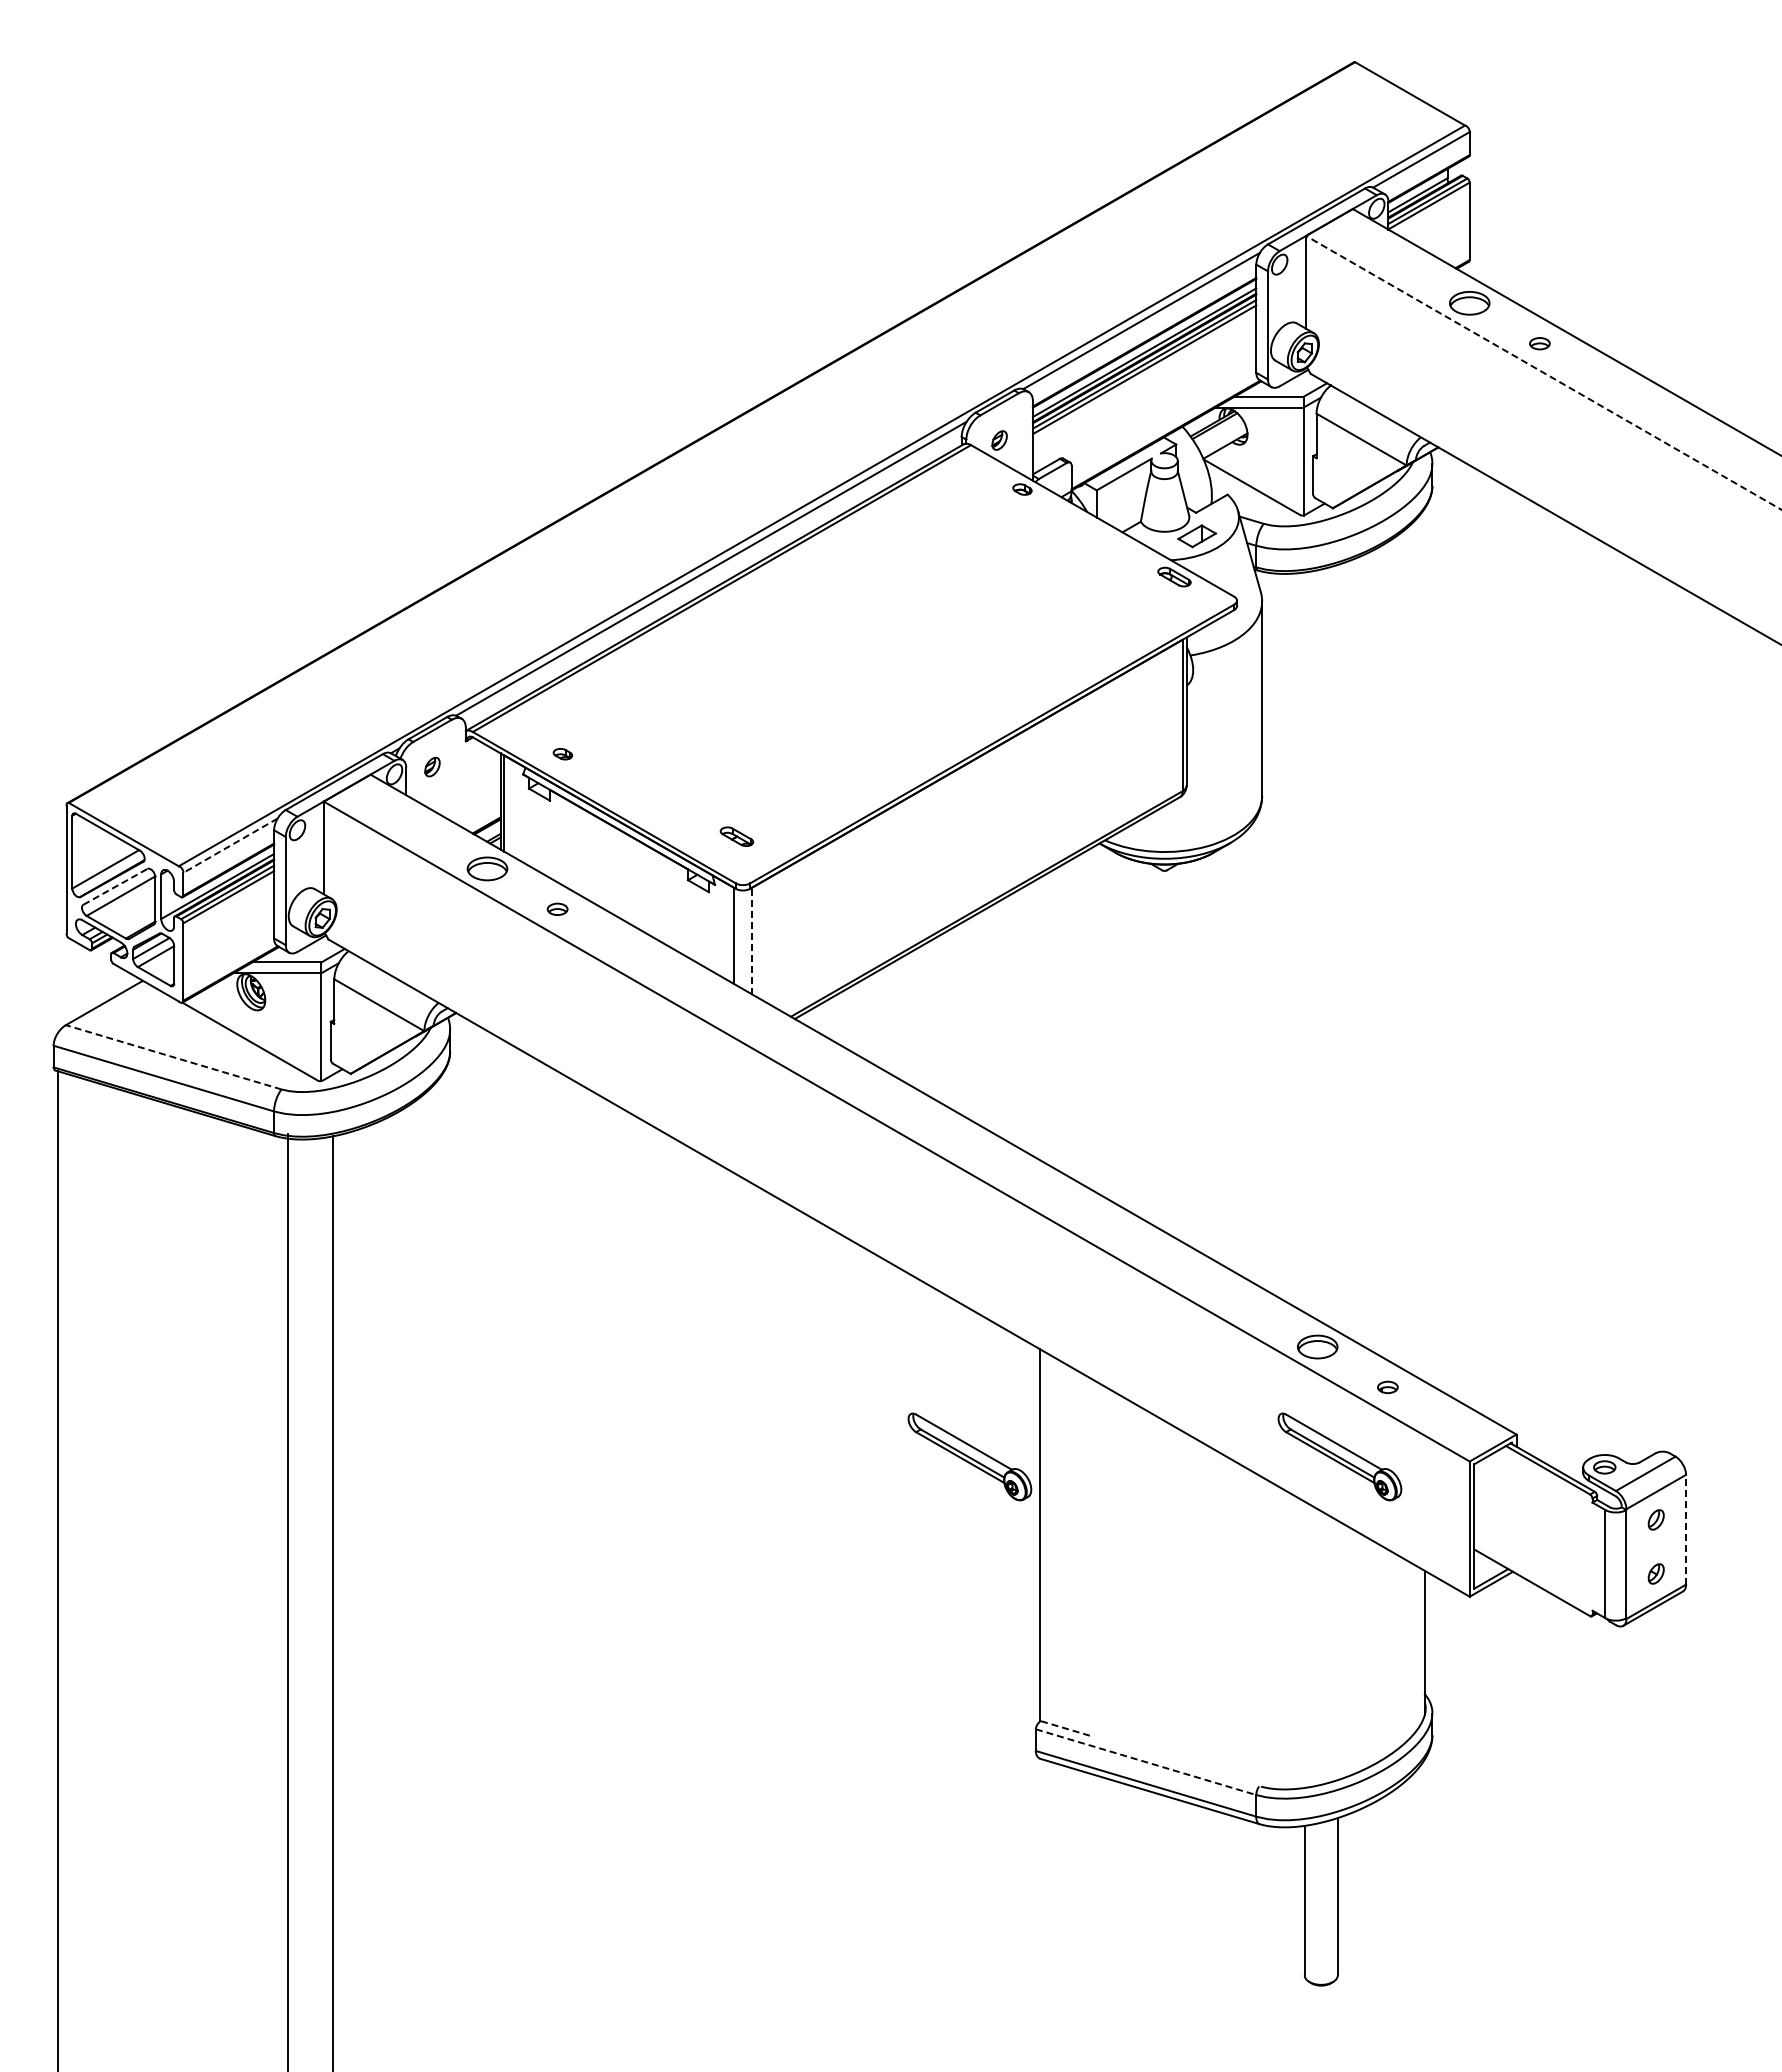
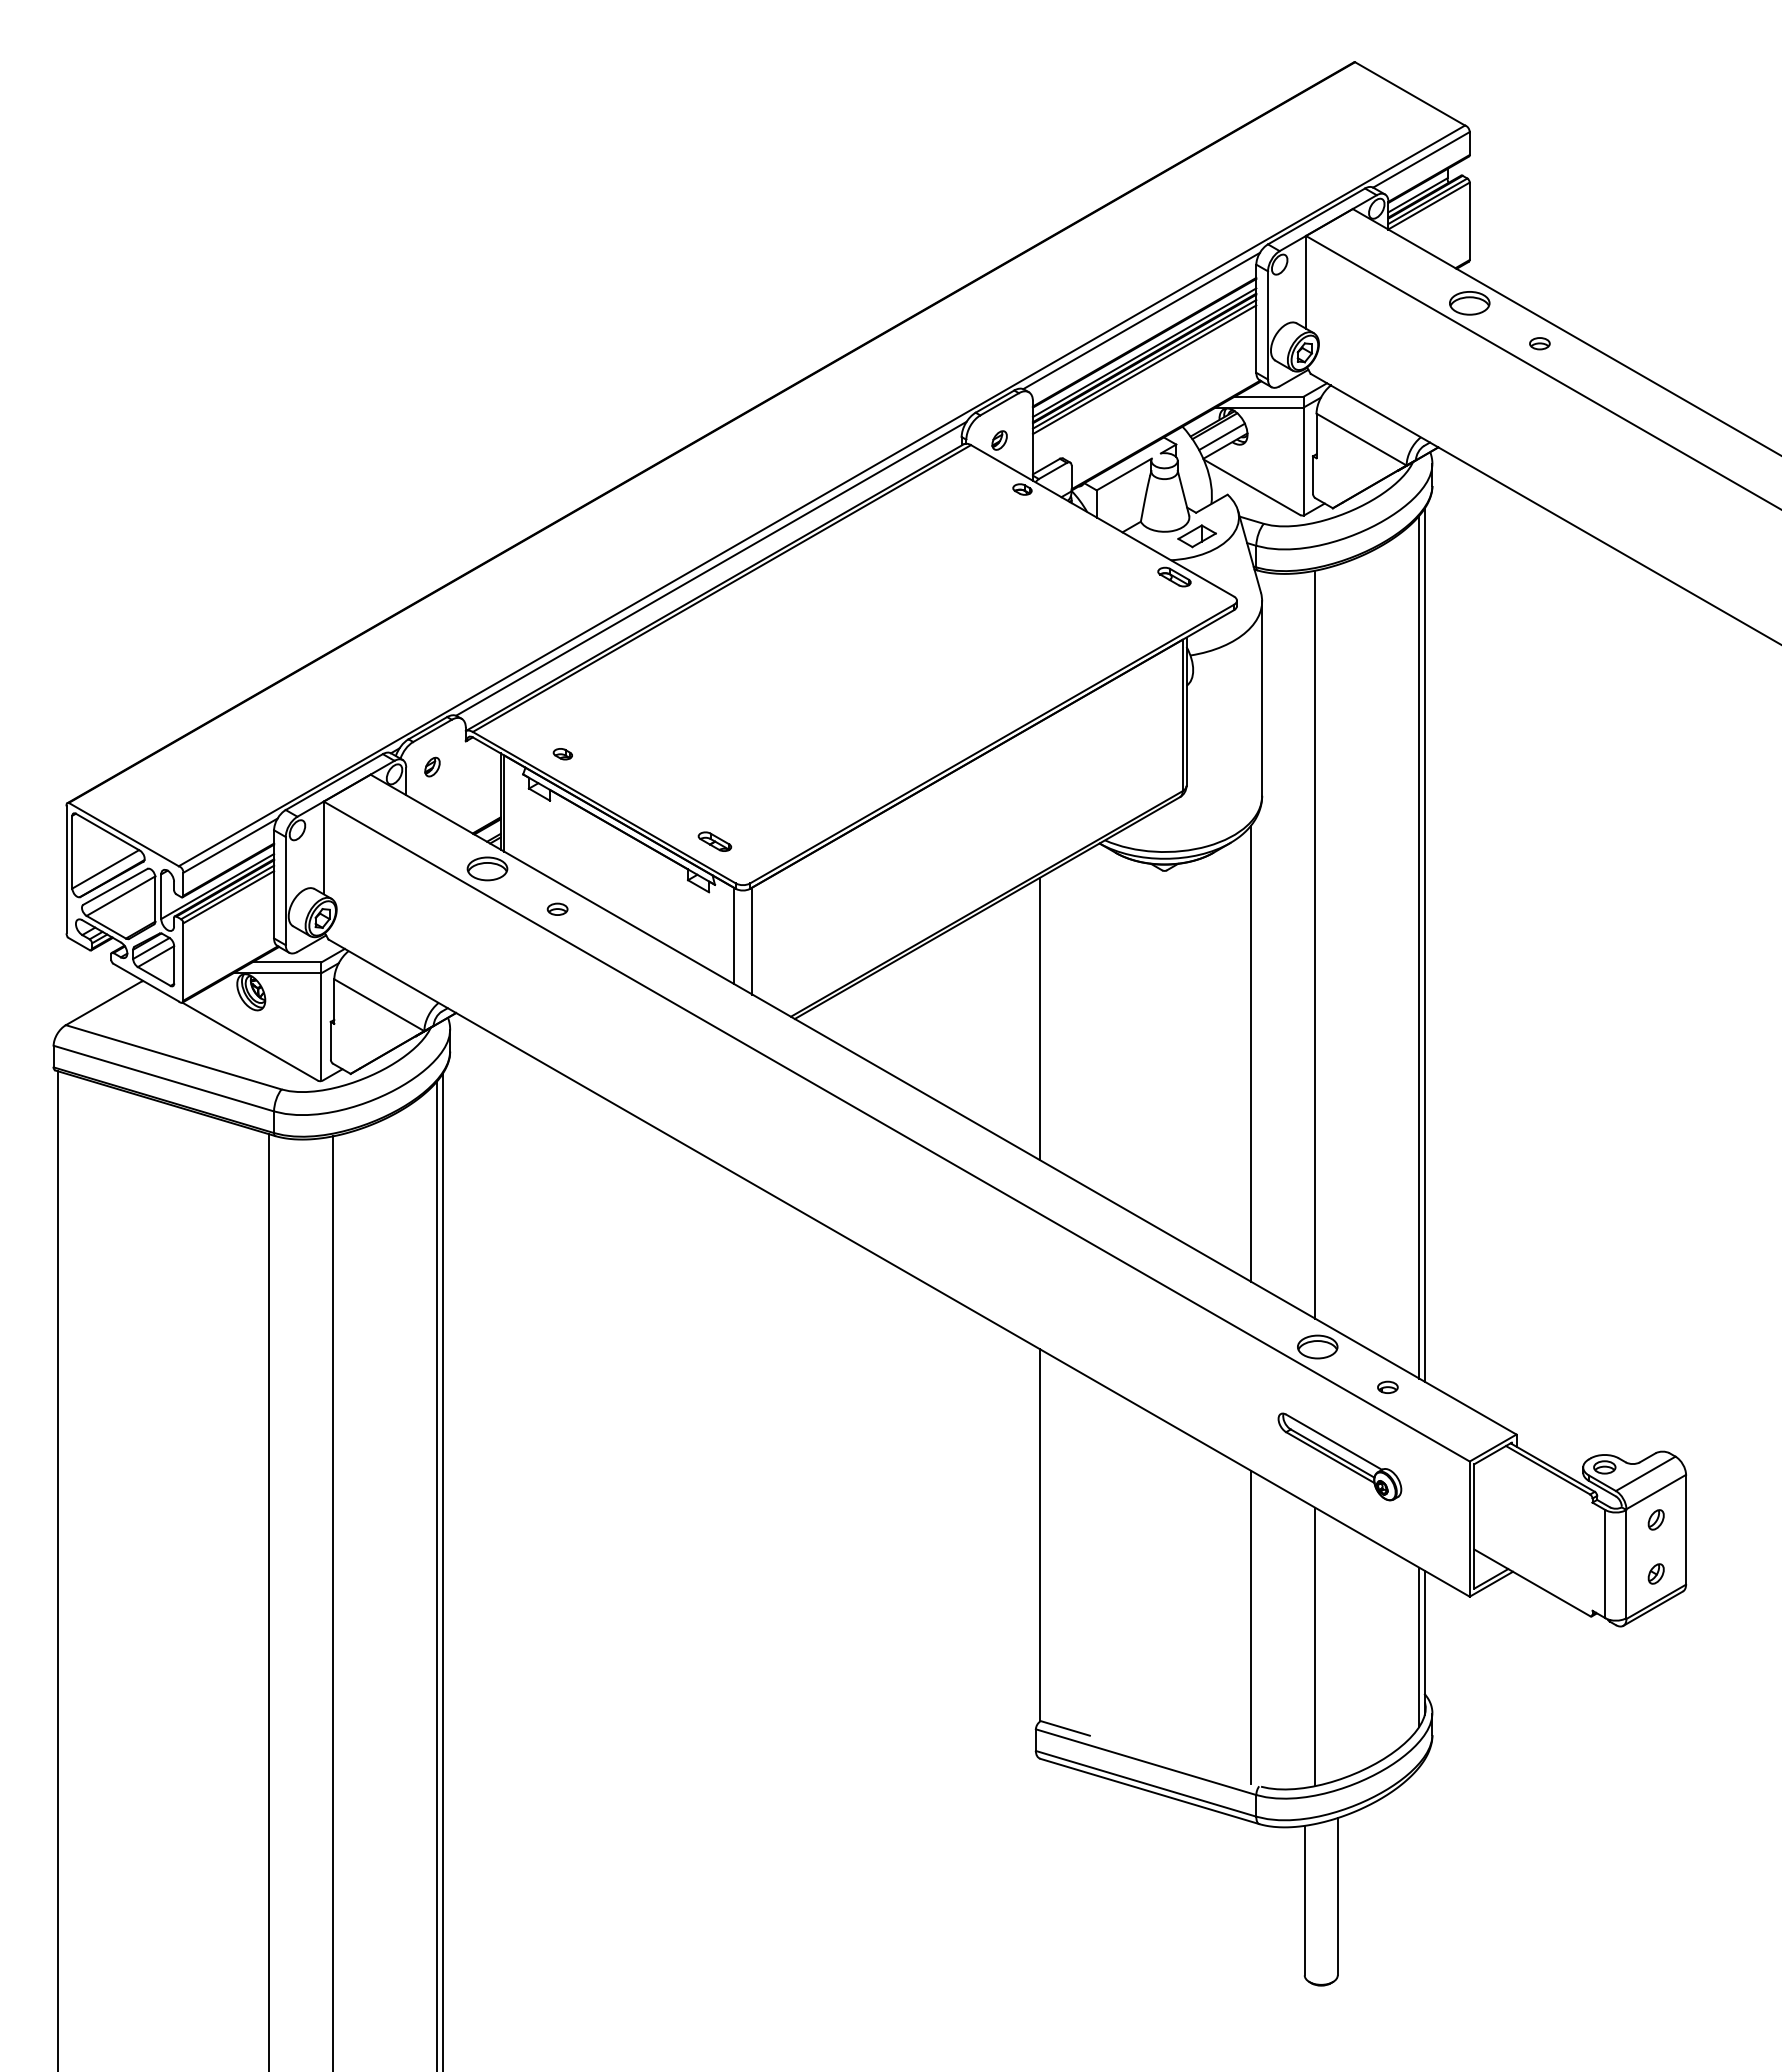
line at (1543, 372): dashed -> solid
line at (1221, 436): none -> present
part at (736, 836) position: (736, 836) -> (714, 841)
line at (230, 845): dashed -> solid
line at (115, 886): dashed -> solid
line at (752, 940): dashed -> solid
line at (1315, 944): none -> present
line at (1424, 944): none -> present
line at (1419, 947): none -> present
line at (1040, 1018): none -> present
line at (1251, 1053): none -> present
line at (173, 1057): dashed -> solid
part at (969, 1456): present -> none
line at (1686, 1529): dashed -> solid
line at (442, 1570): none -> present
line at (436, 1574): none -> present
line at (287, 1601) position: (287, 1601) -> (268, 1601)
line at (1251, 1627): none -> present
line at (1315, 1646): none -> present
line at (1419, 1647): none -> present
line at (1065, 1728): dashed -> solid
line at (1146, 1762): dashed -> solid
